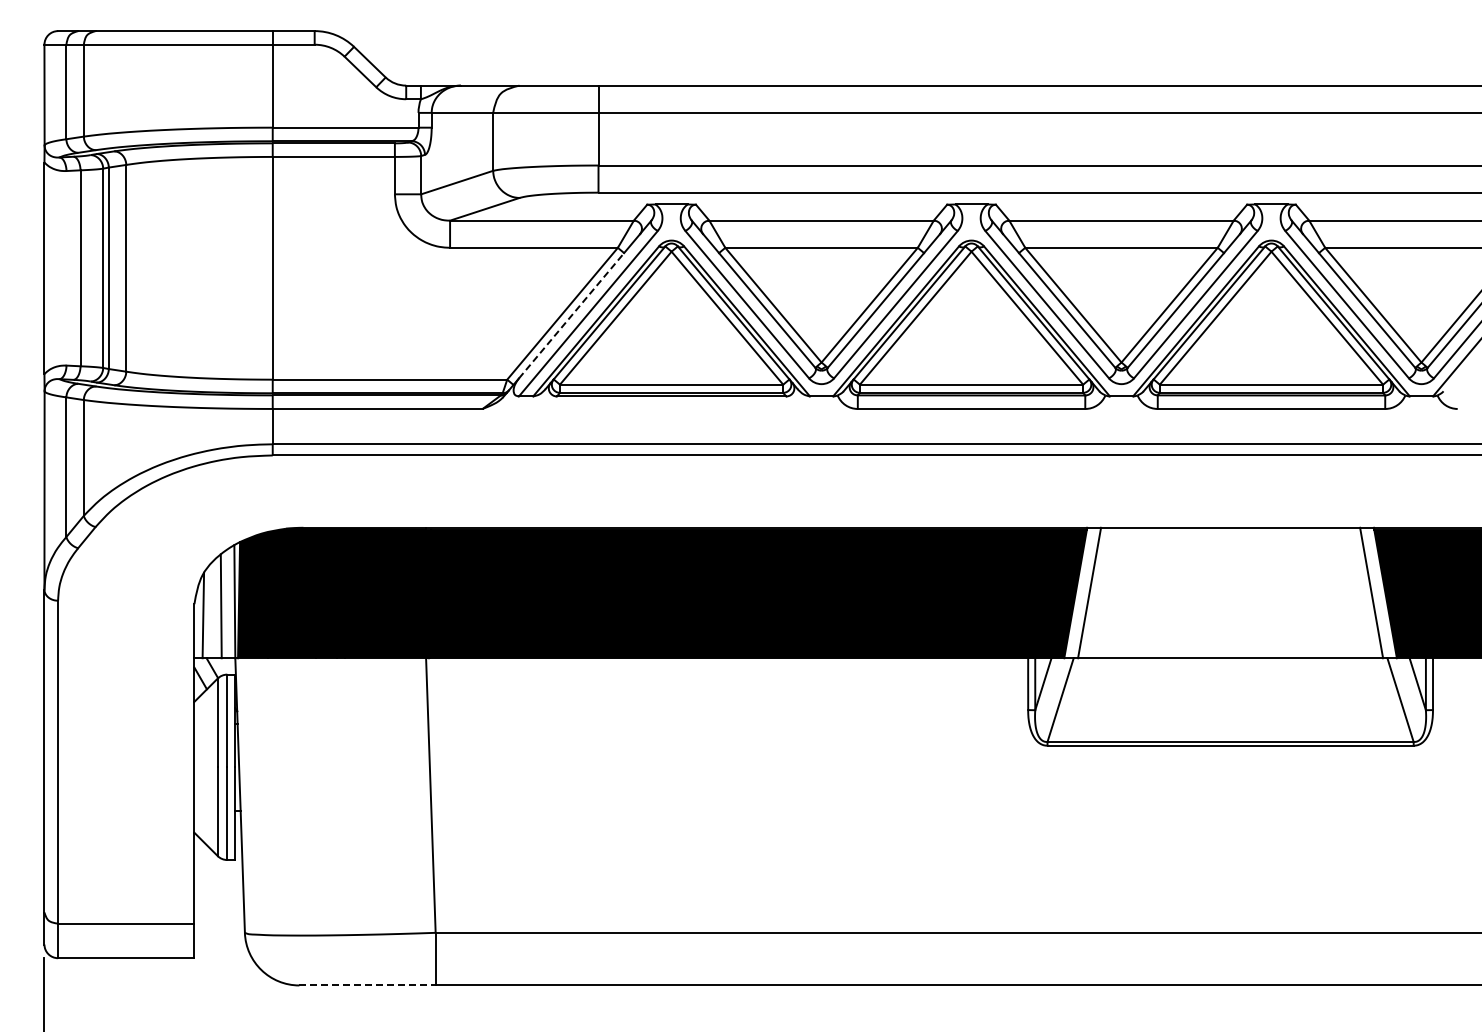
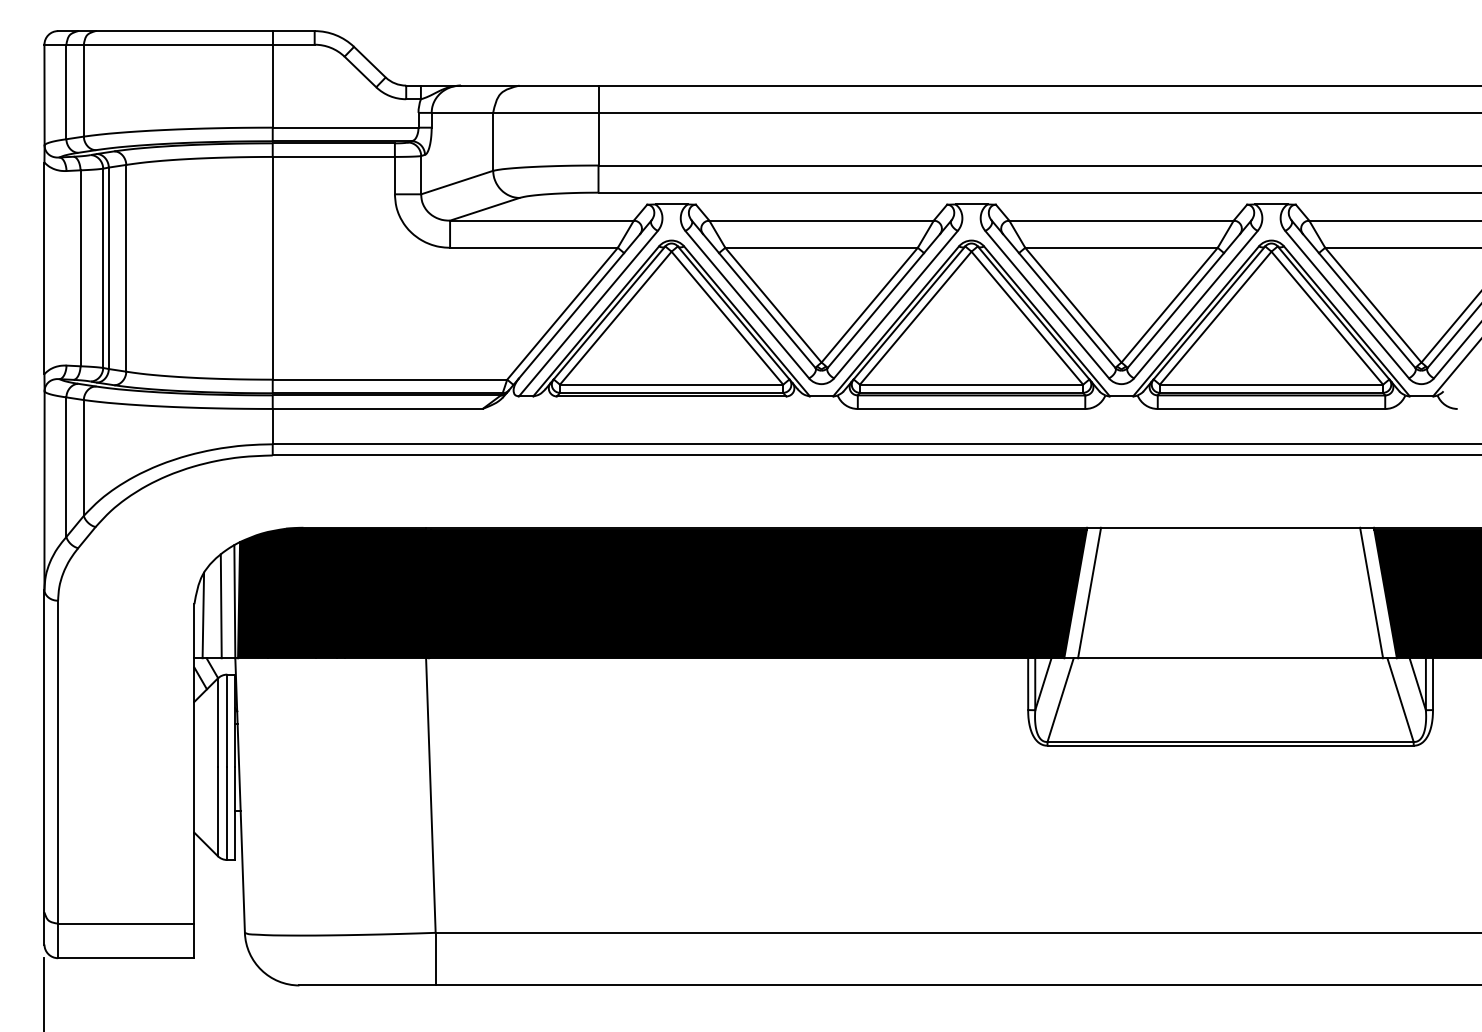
line at (571, 315): dashed -> solid
line at (368, 985): dashed -> solid
